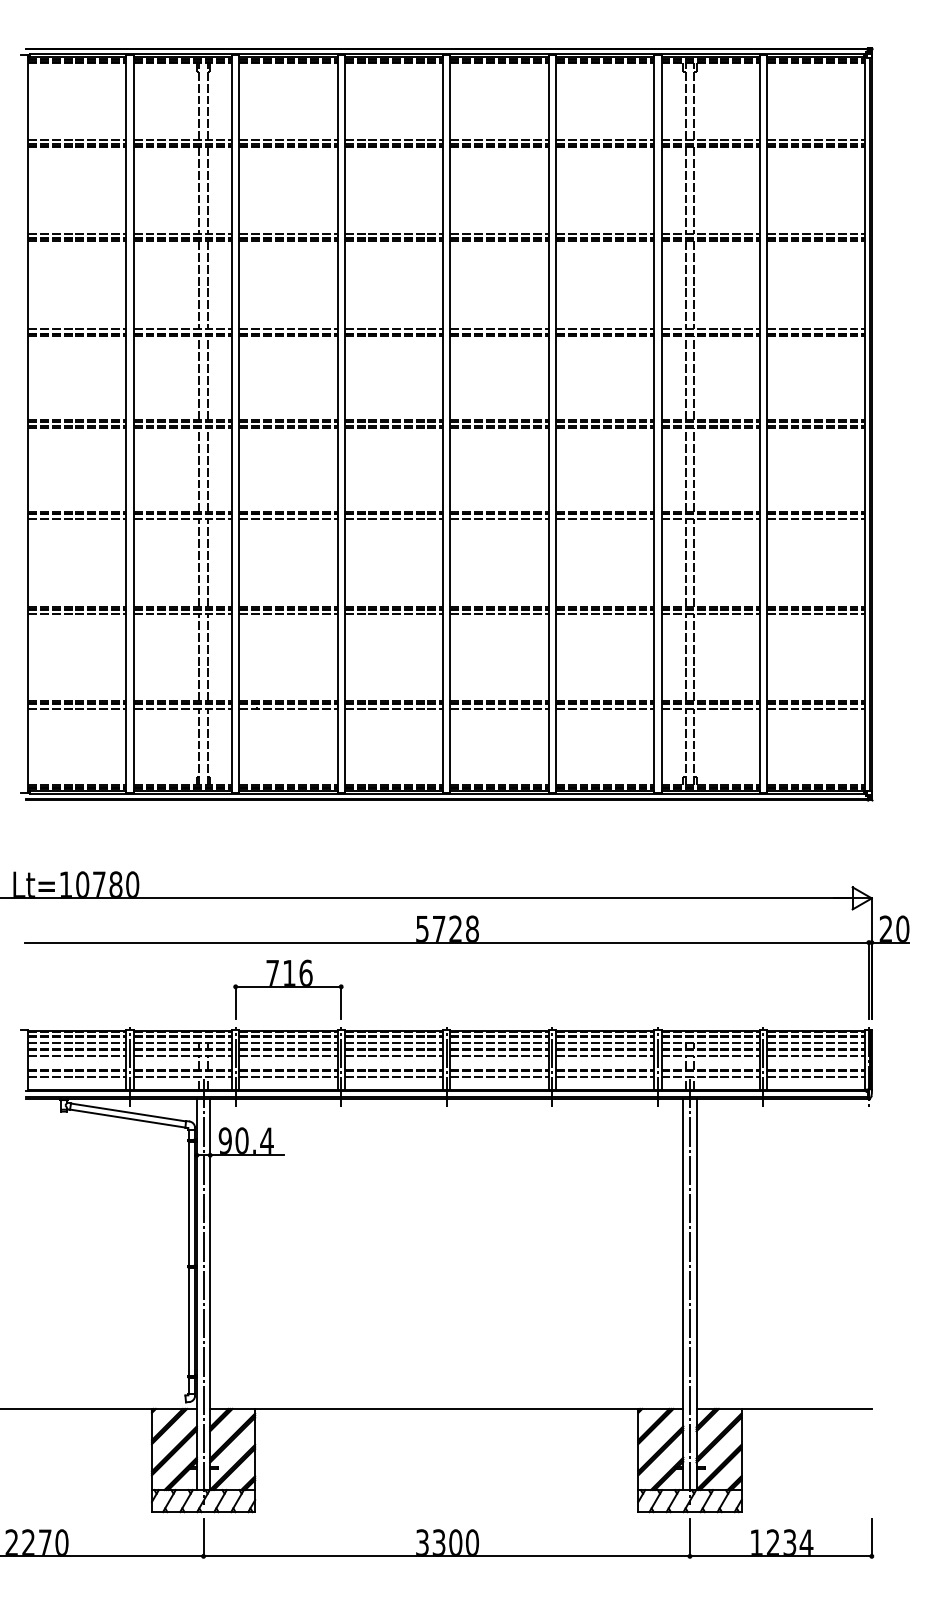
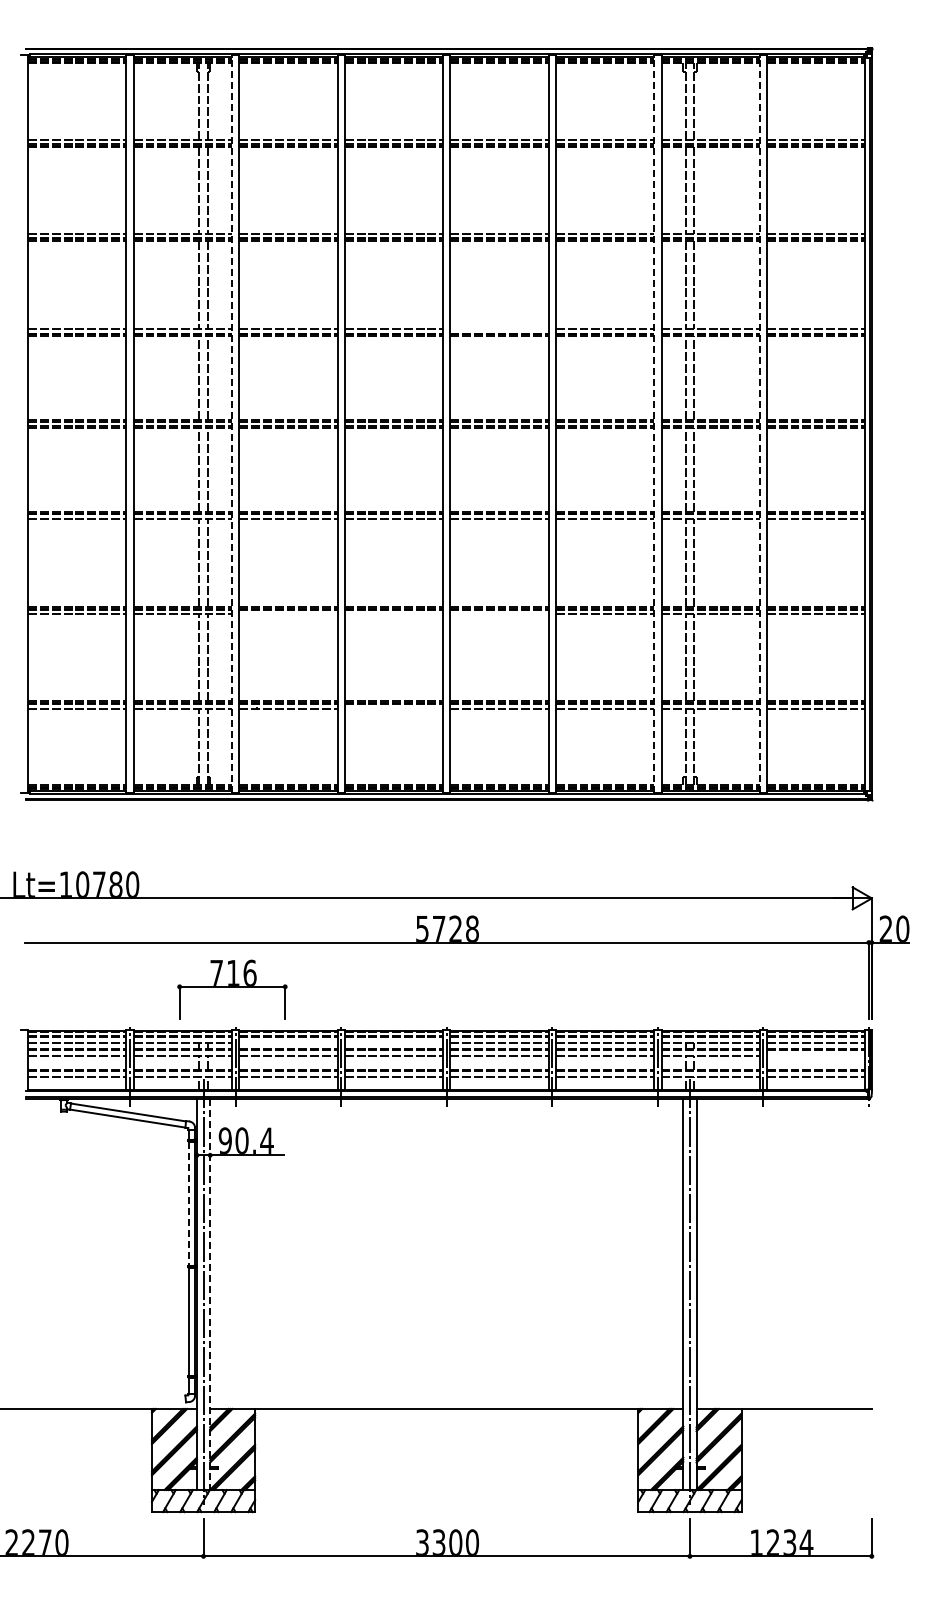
line at (499, 329): present -> none
line at (232, 423): solid -> dashed
line at (654, 423): solid -> dashed
line at (759, 423): solid -> dashed
line at (288, 614): present -> none
line at (393, 614): present -> none
line at (499, 614): present -> none
line at (393, 708): present -> none
part at (288, 989) position: (288, 989) -> (232, 989)
line at (288, 1043): present -> none
line at (393, 1043): present -> none
line at (816, 1056): present -> none
line at (188, 1204): solid -> dashed
line at (210, 1294): solid -> dashed
